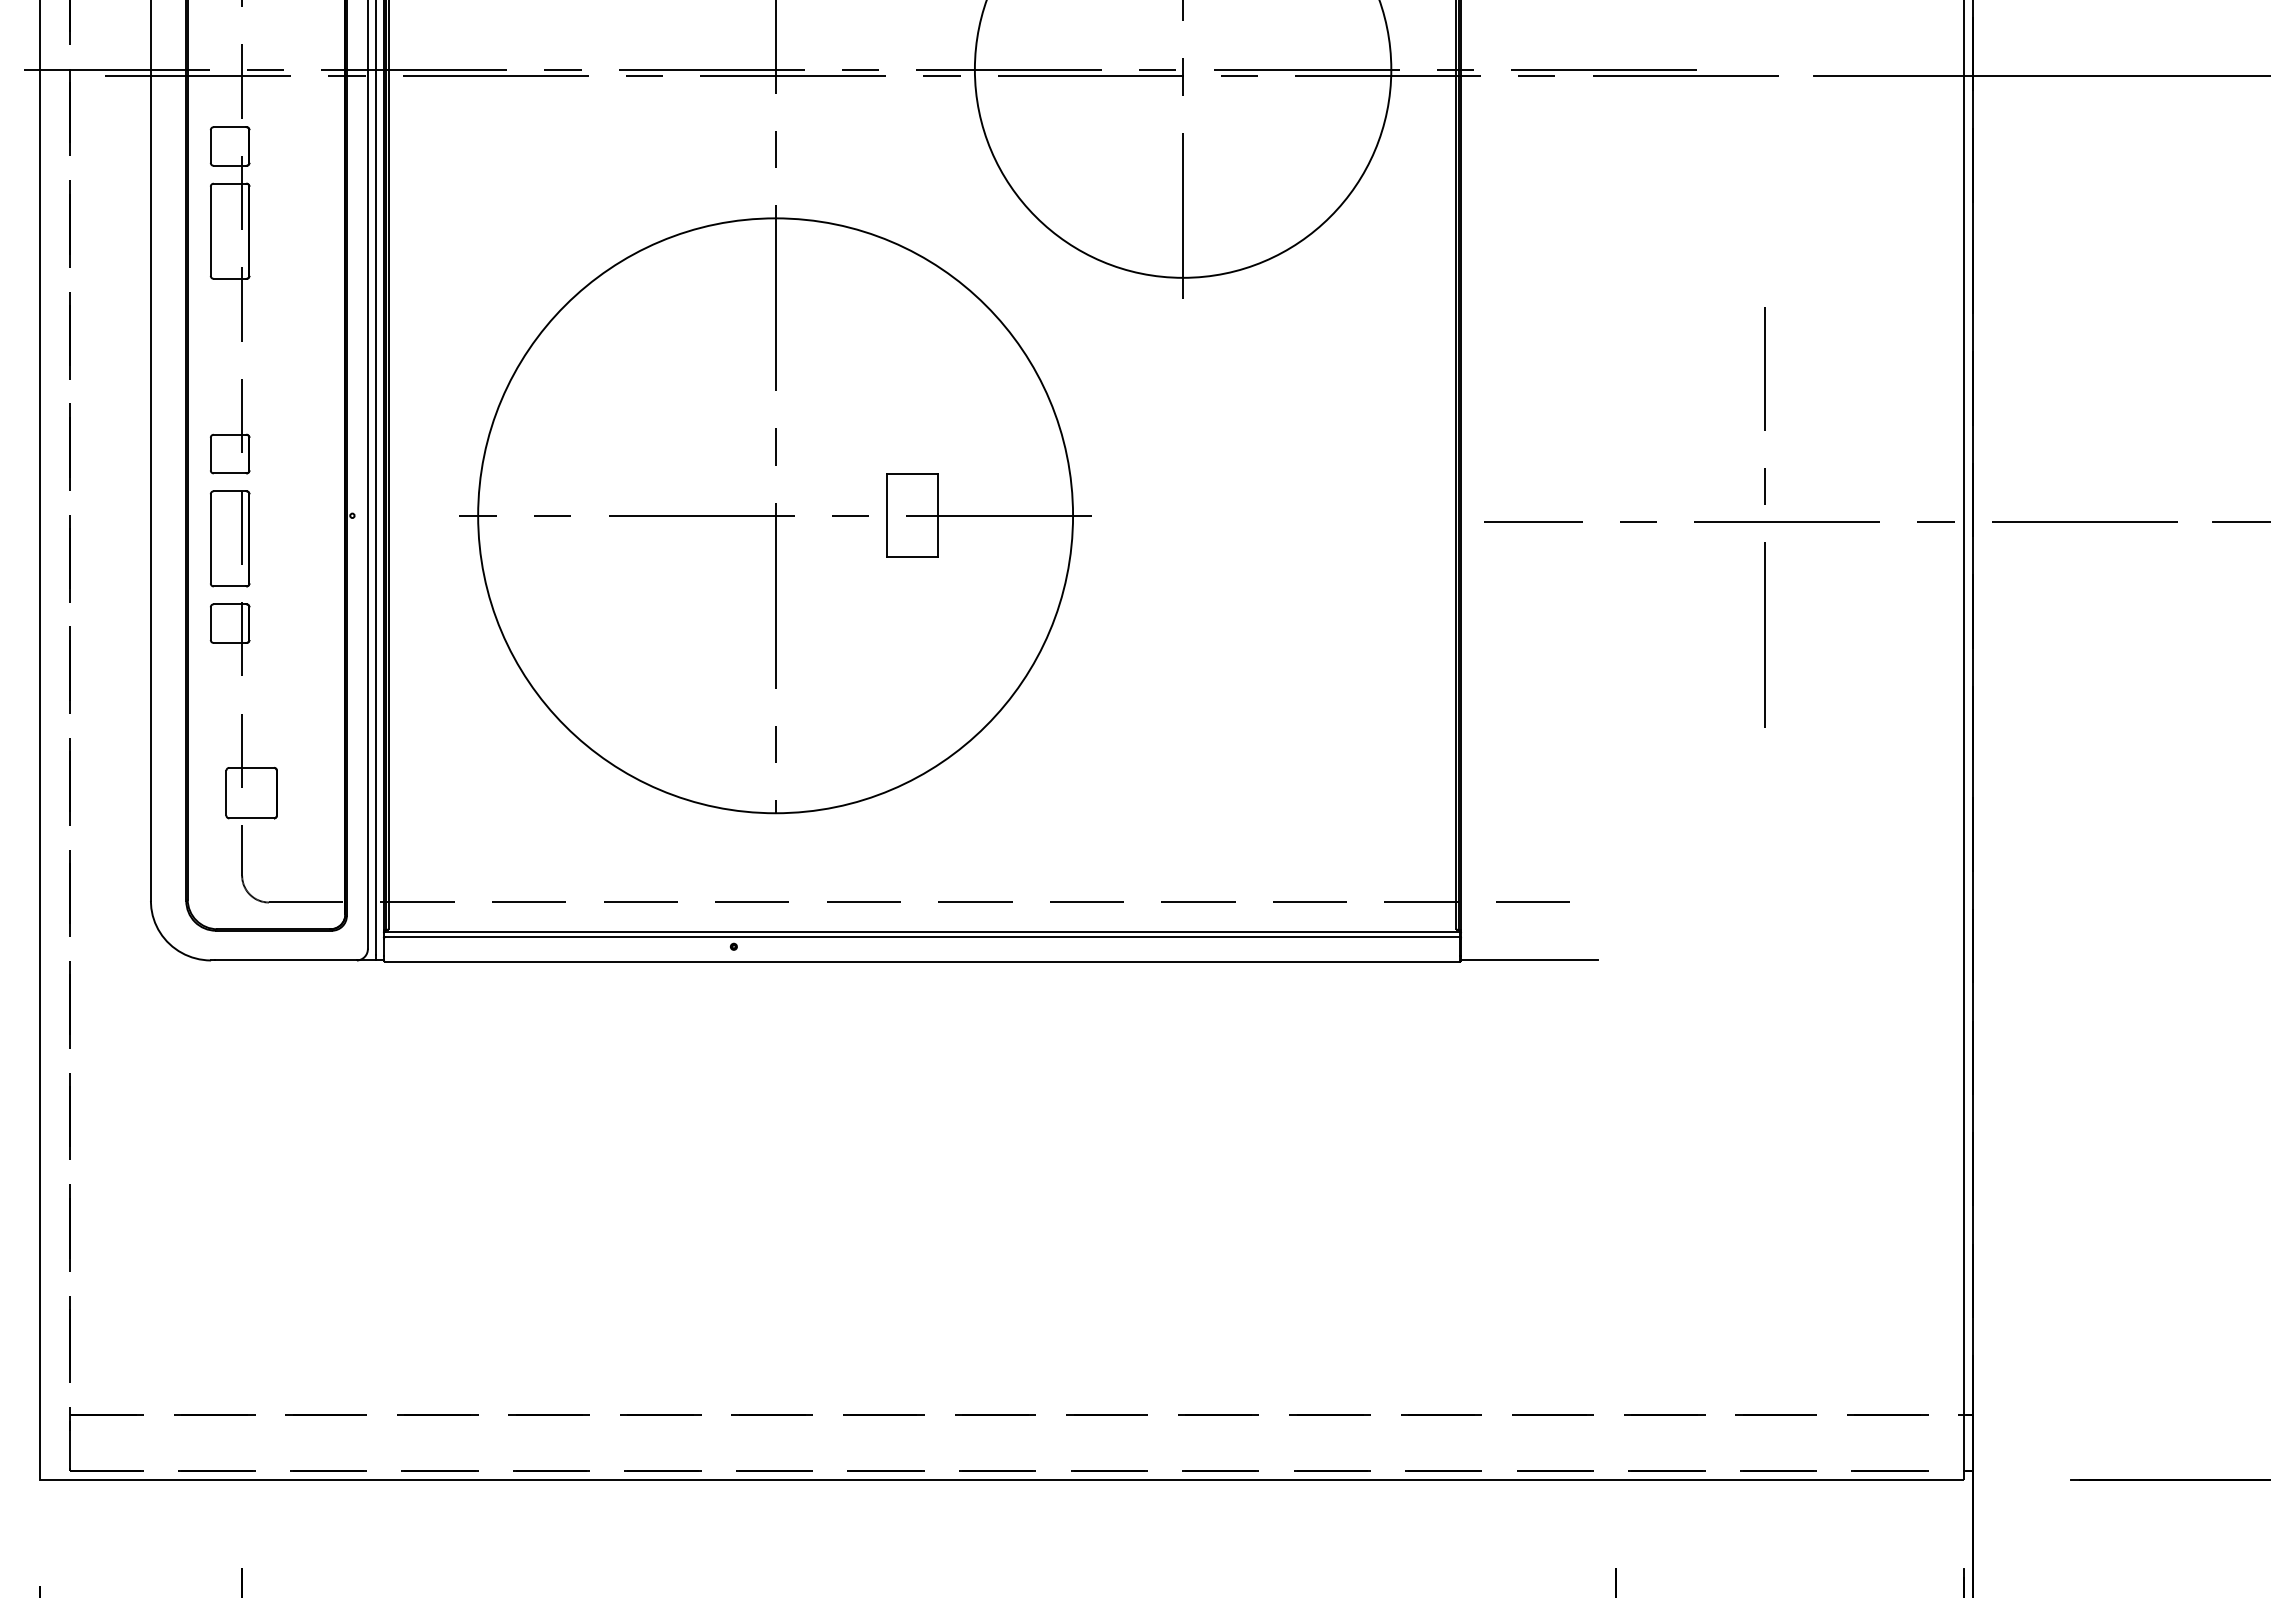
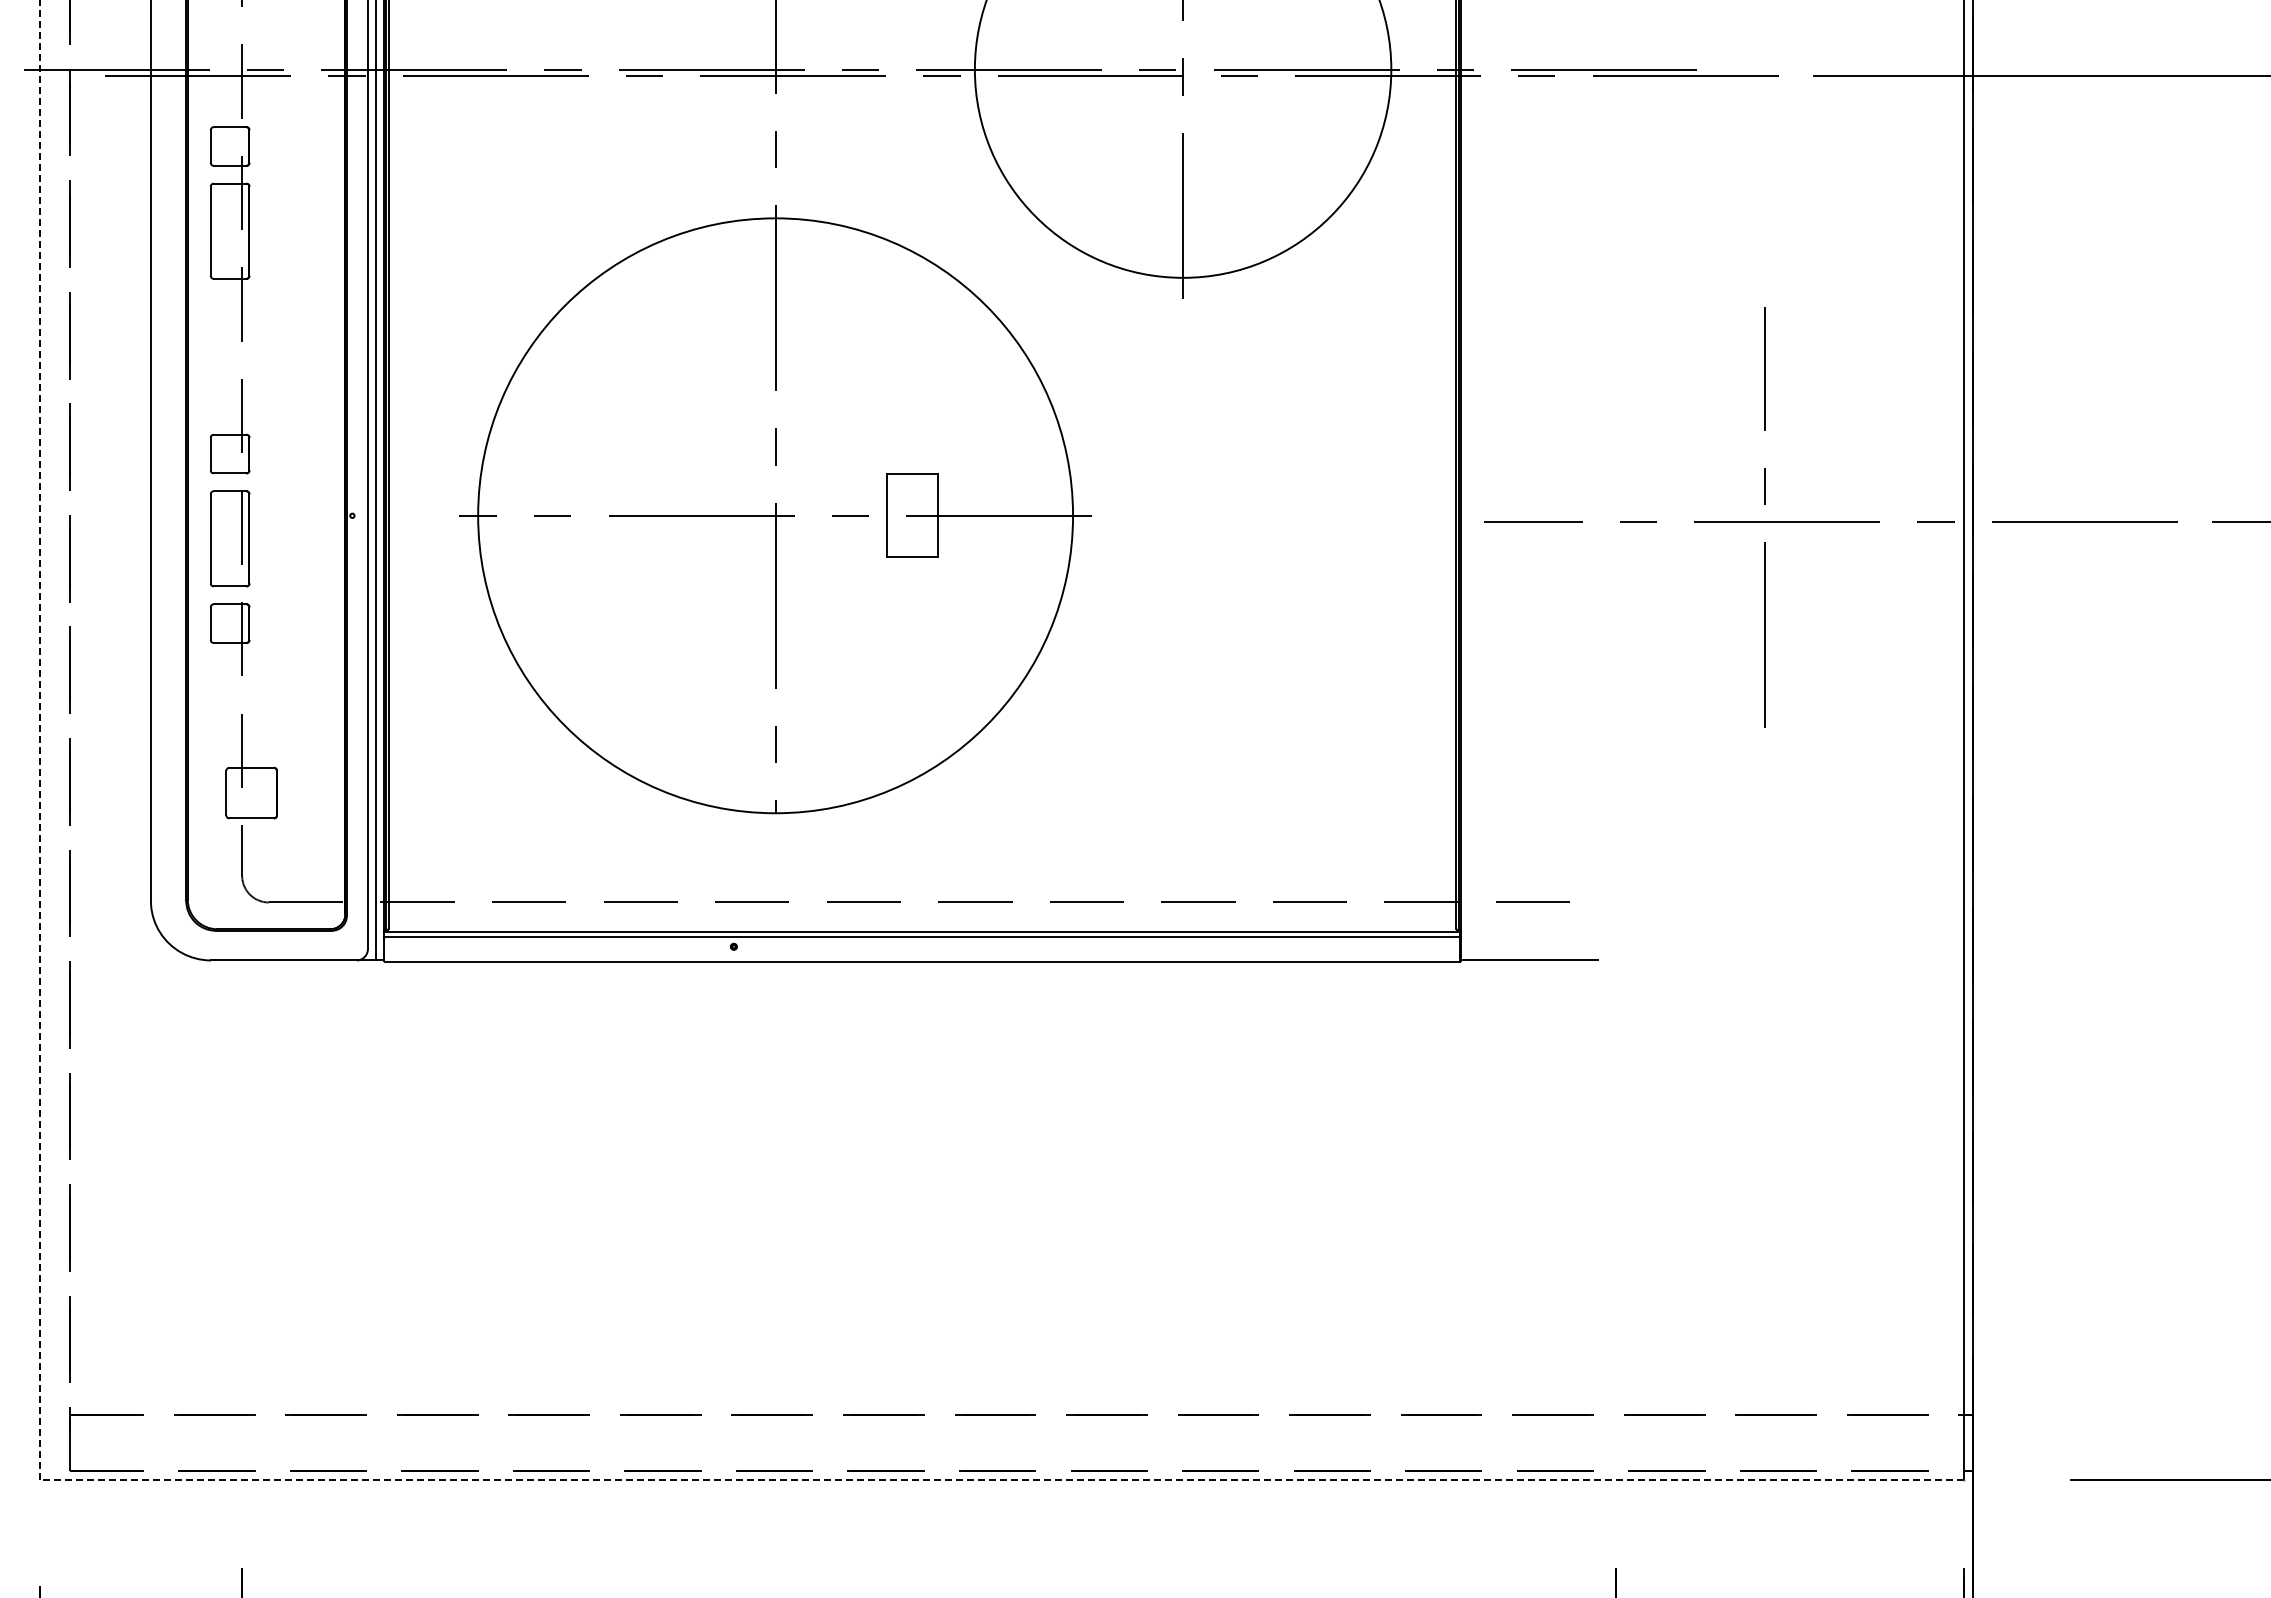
line at (261, 1480): solid -> dashed
